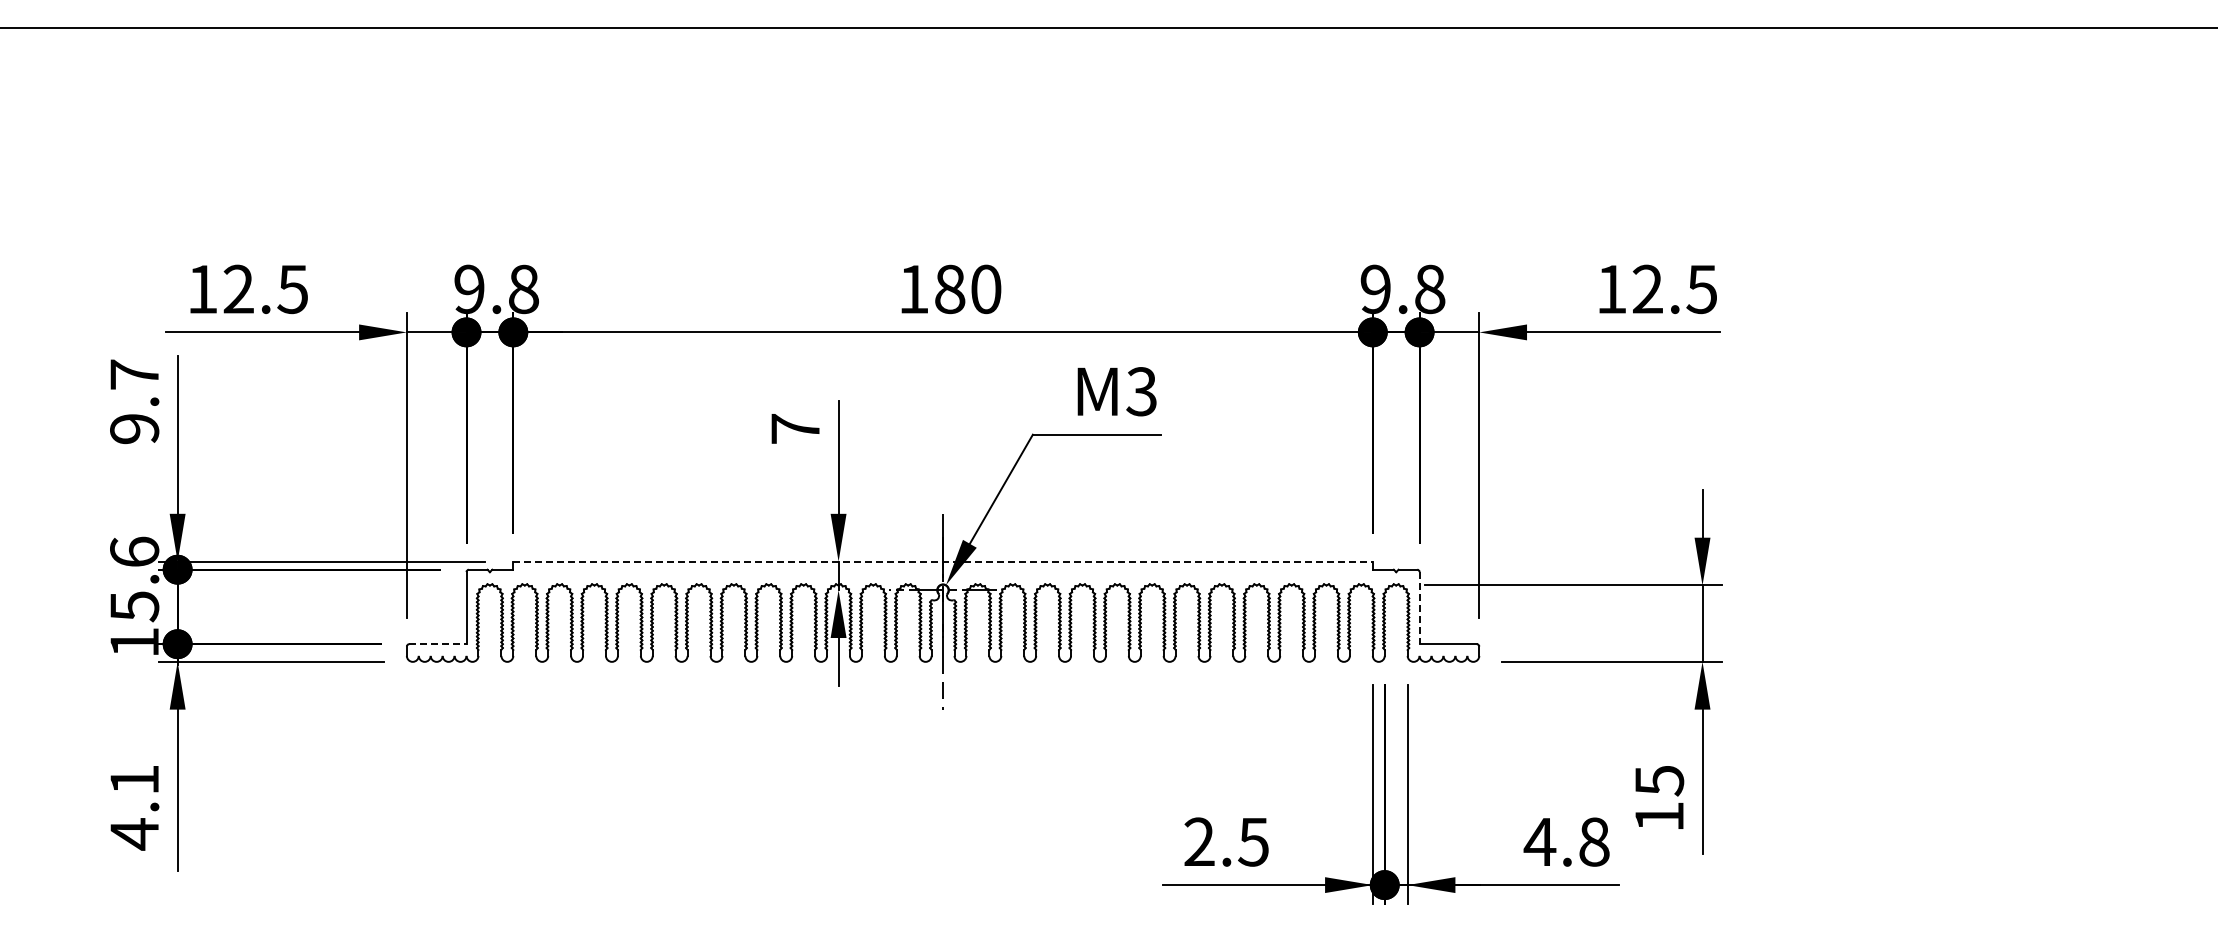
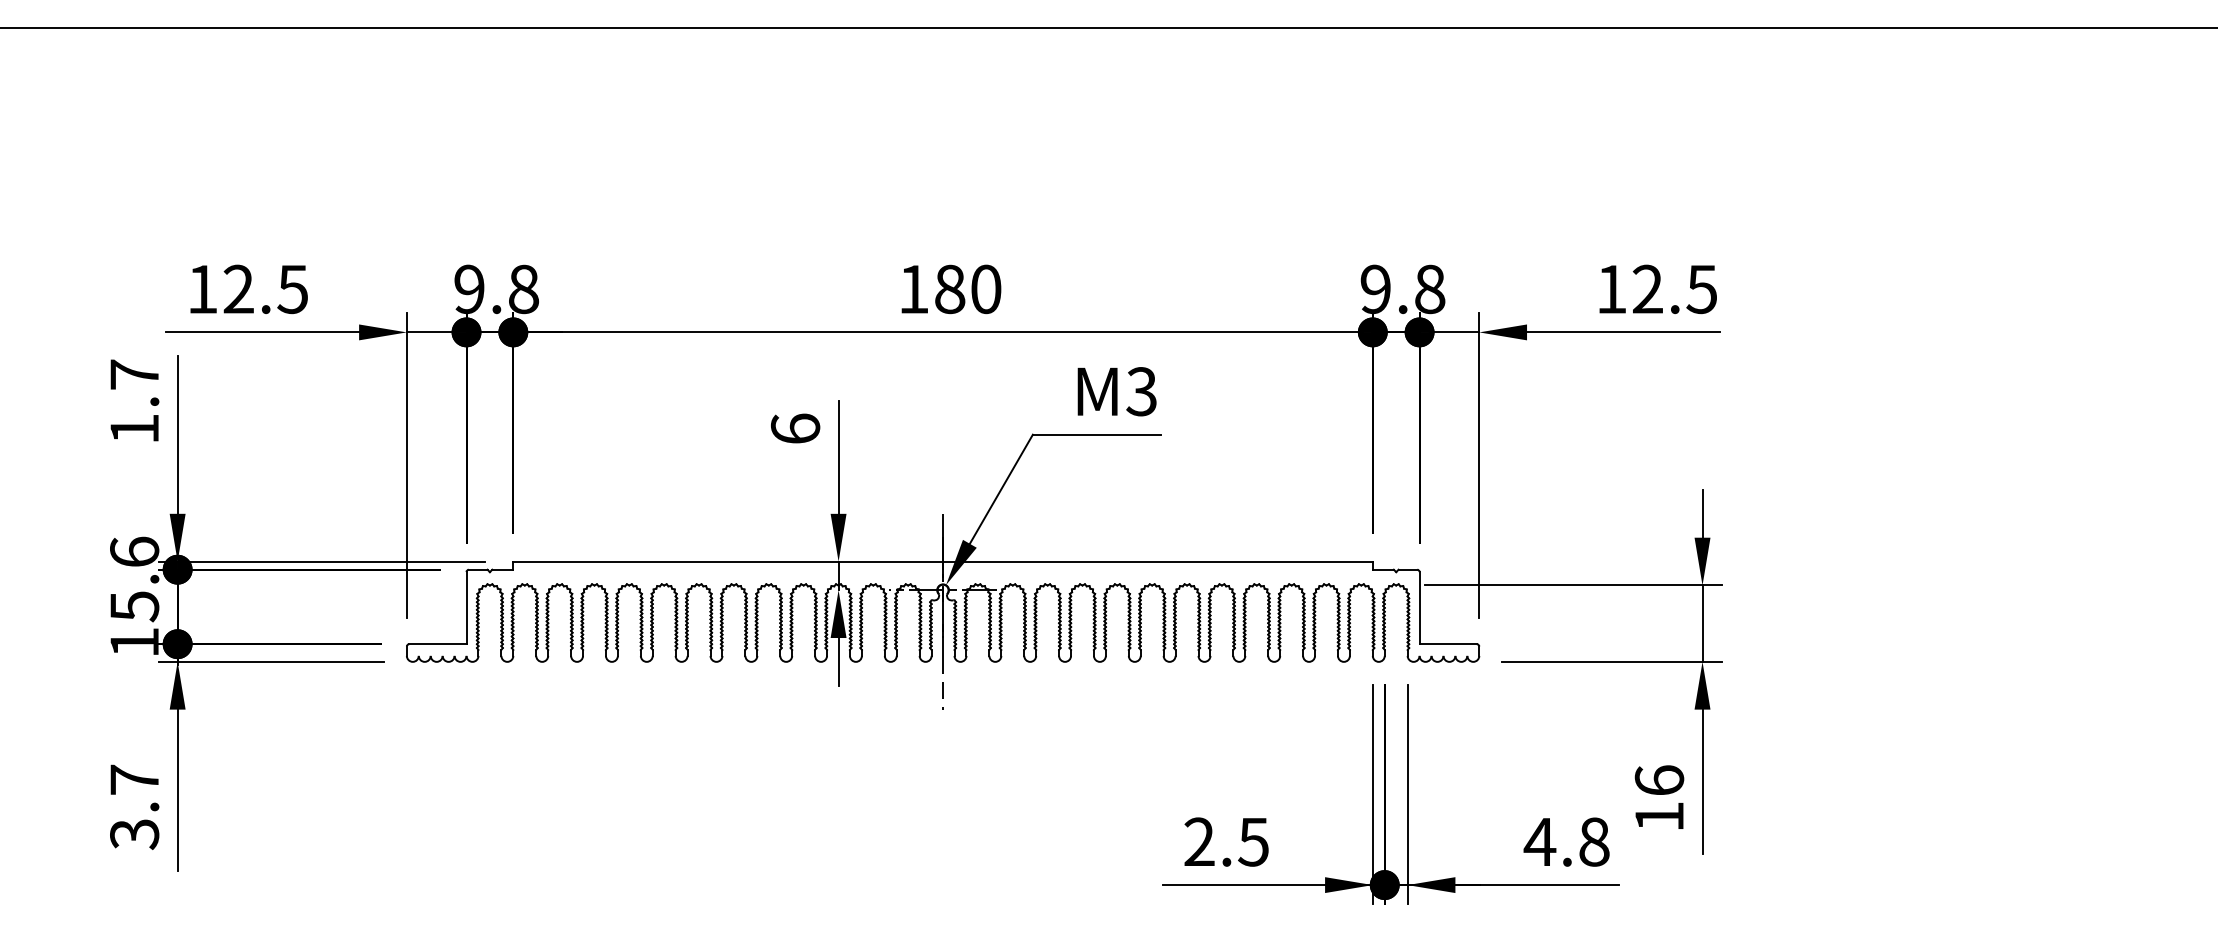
text at (795, 428): 7 -> 6
text at (134, 429): 9.7 -> 1.7
line at (943, 561): dashed -> solid
line at (1419, 608): dashed -> solid
line at (437, 644): dashed -> solid
text at (1659, 780): 15 -> 16
text at (134, 807): 4.1 -> 3.7
